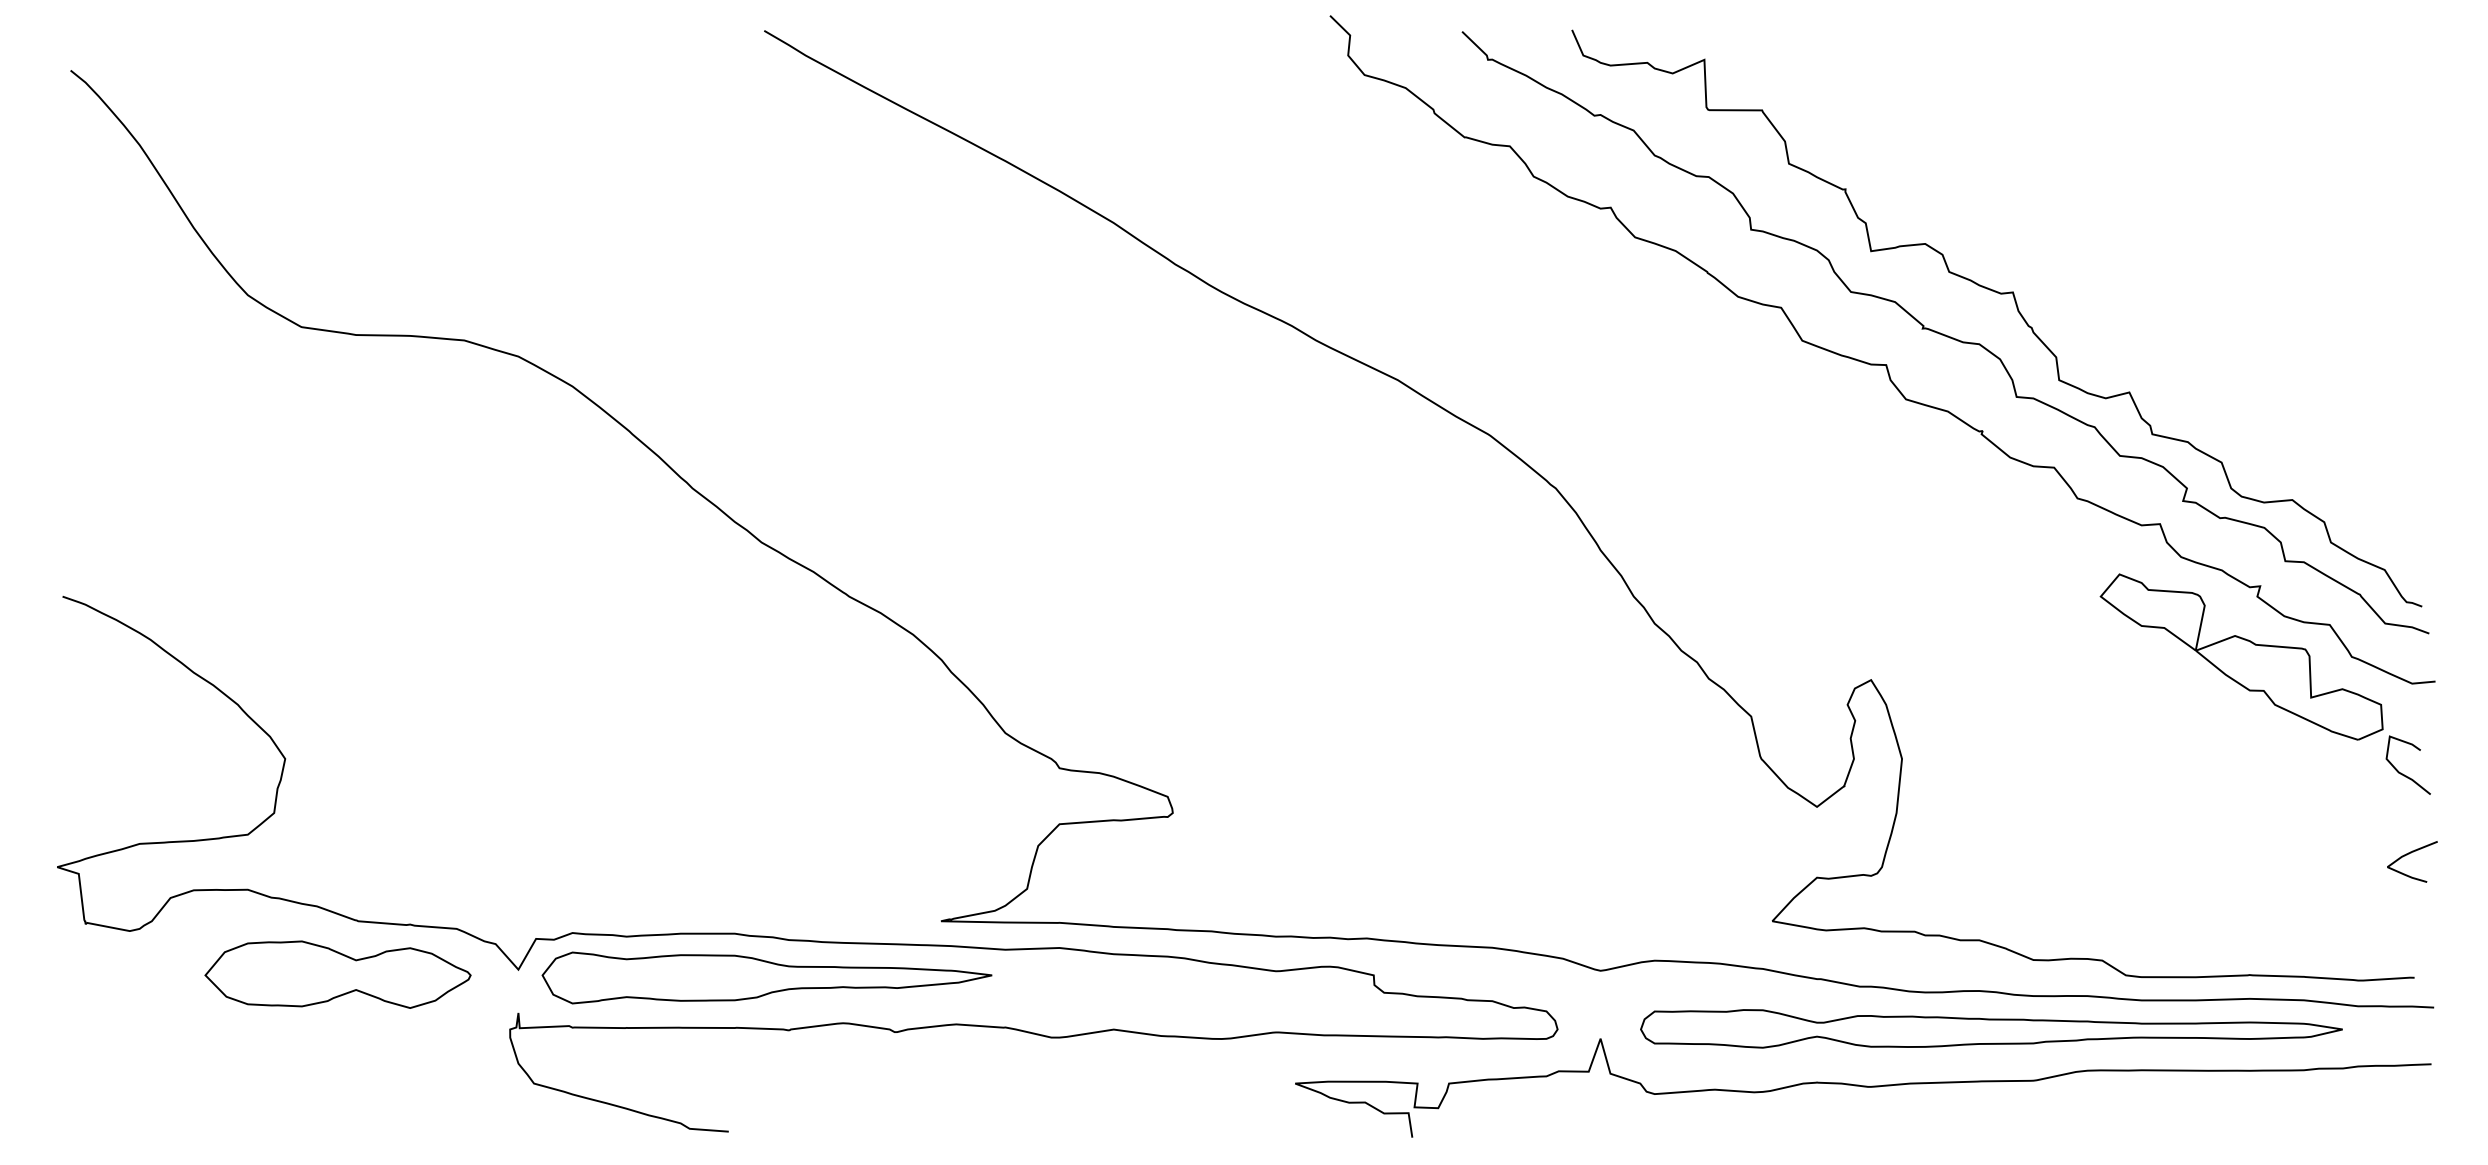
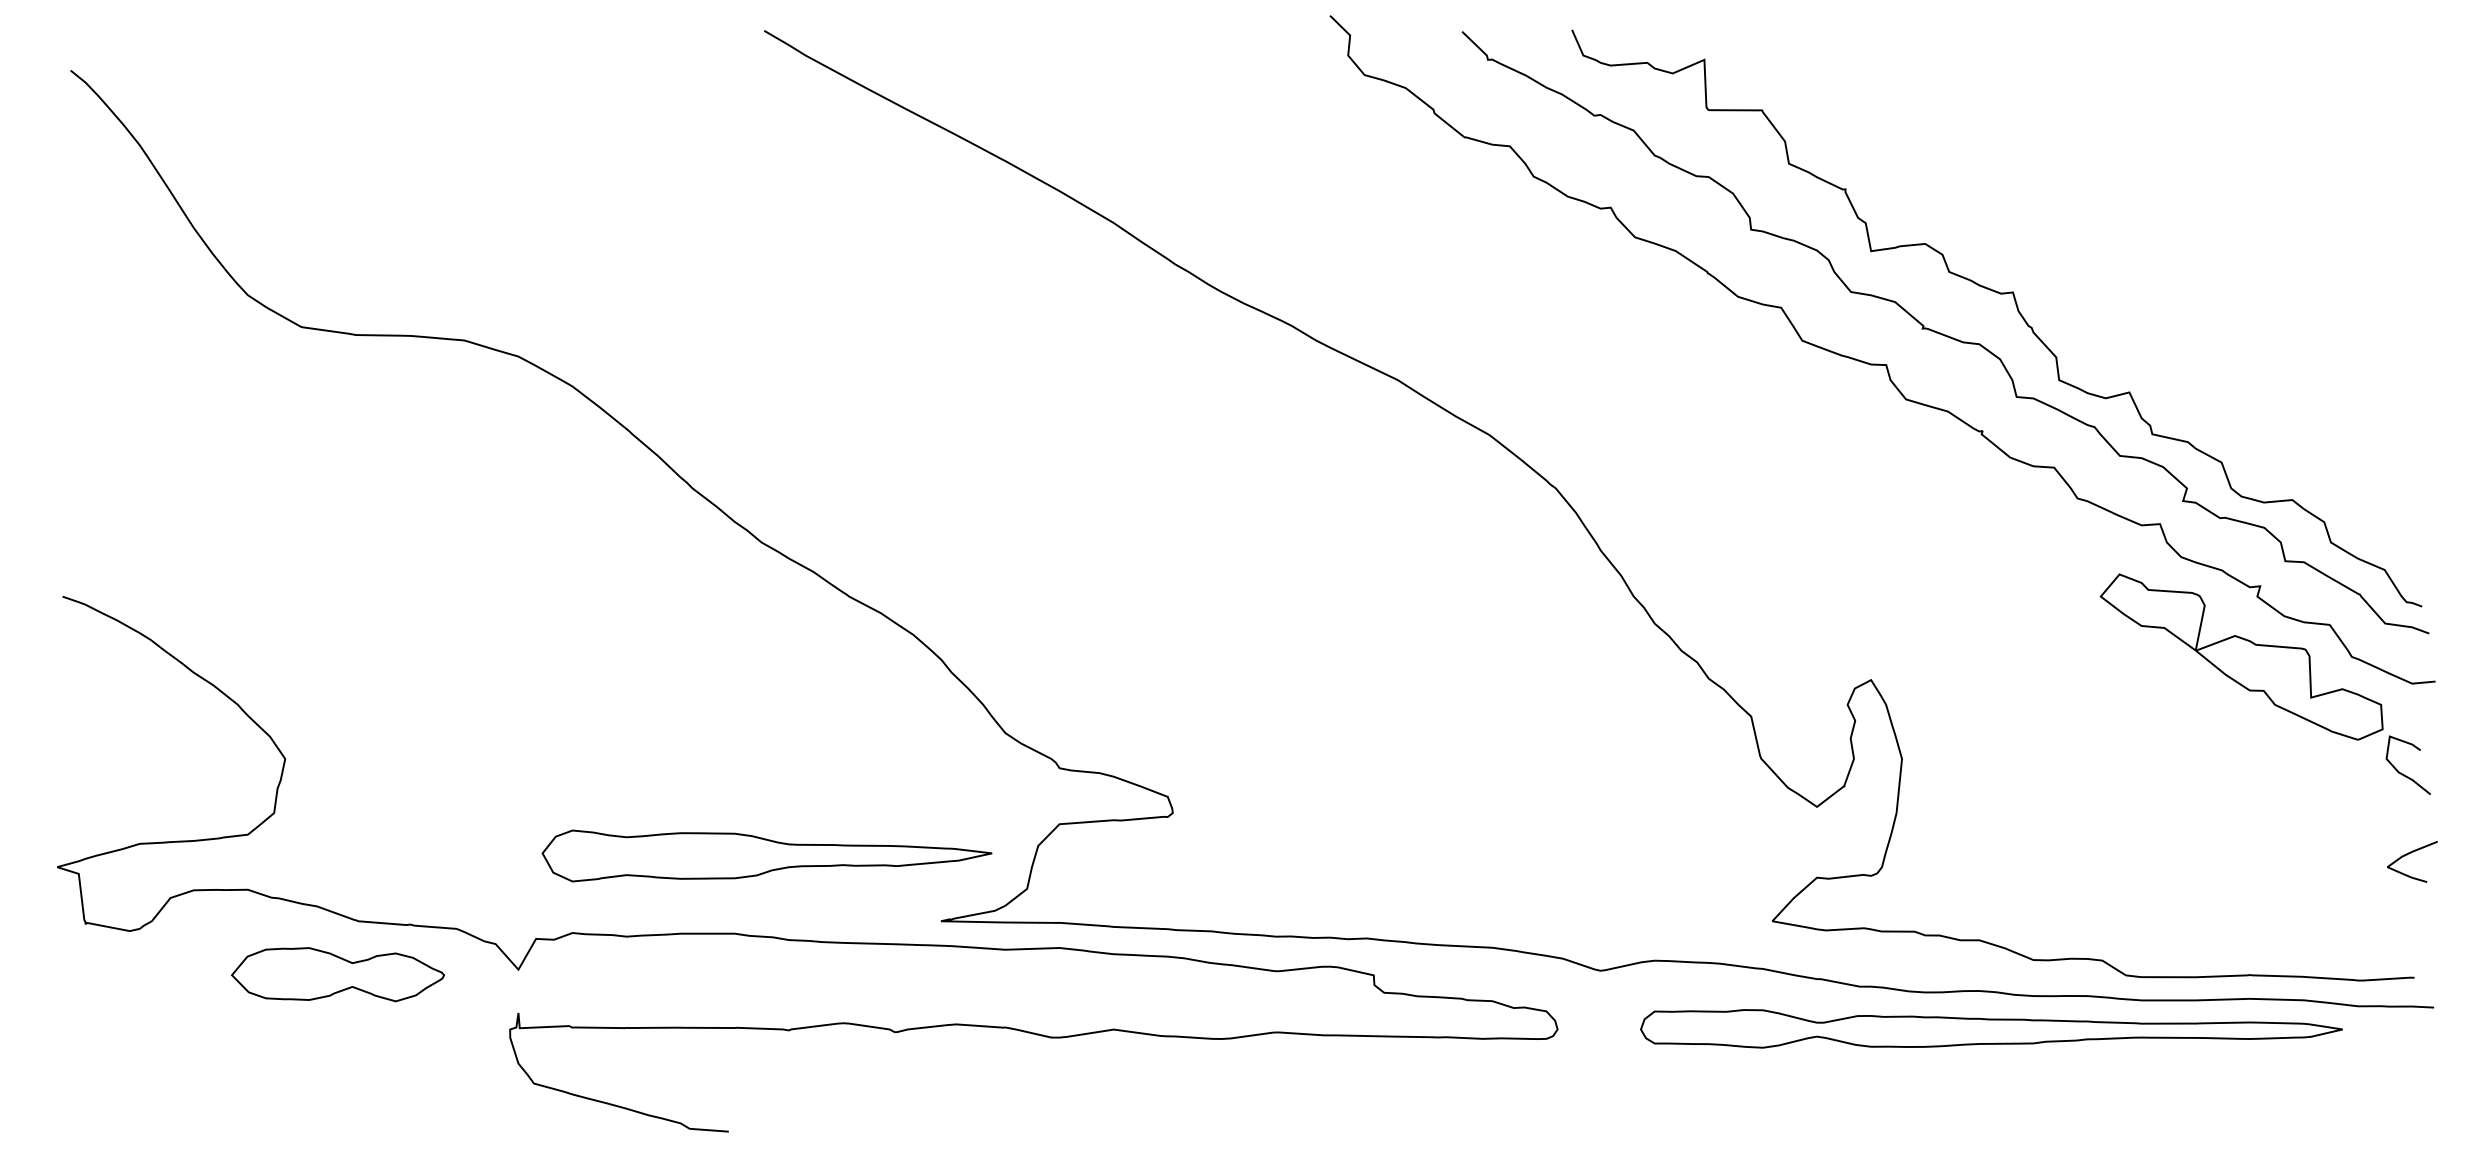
part at (337, 974) size: 268x69 px -> 214x56 px
part at (766, 977) position: (766, 977) -> (766, 855)
curve at (1863, 1087): present -> none
